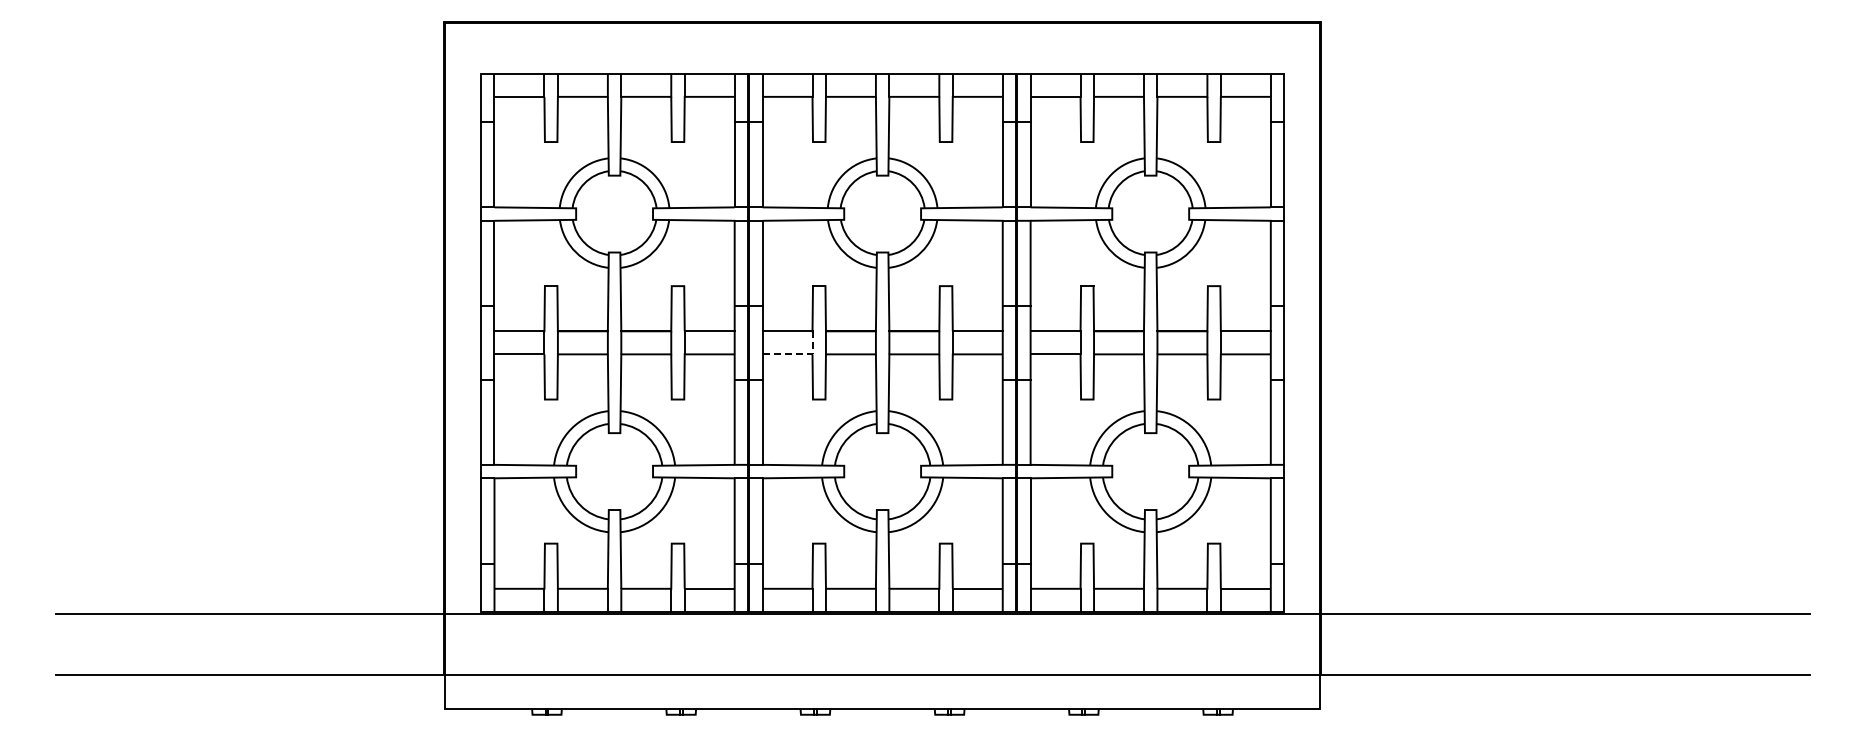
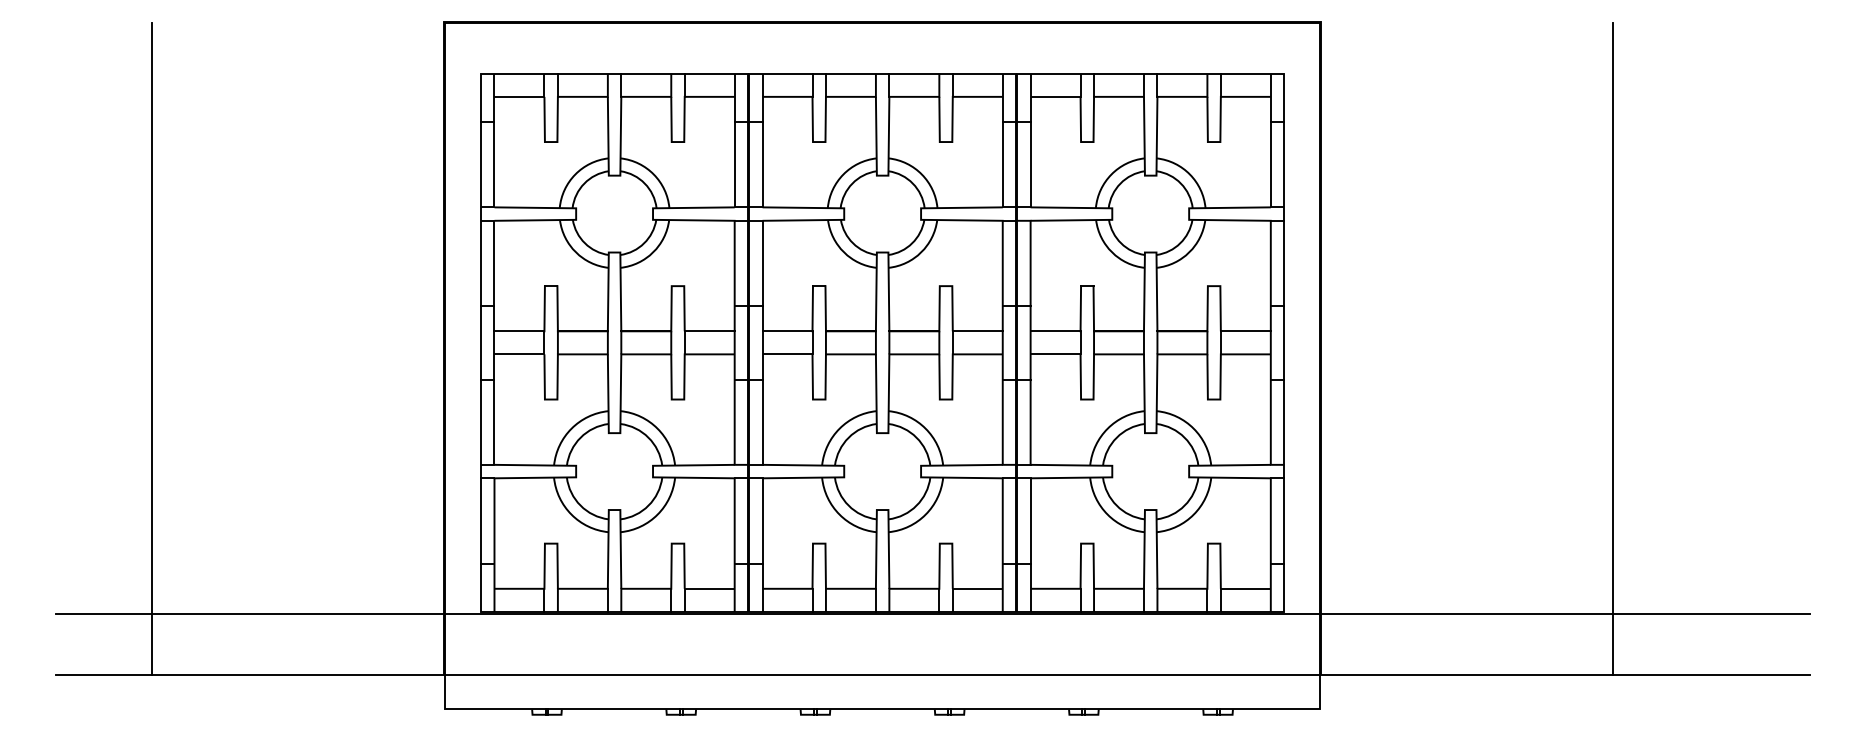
line at (152, 348): none -> present
line at (1613, 348): none -> present
line at (800, 354): dashed -> solid
